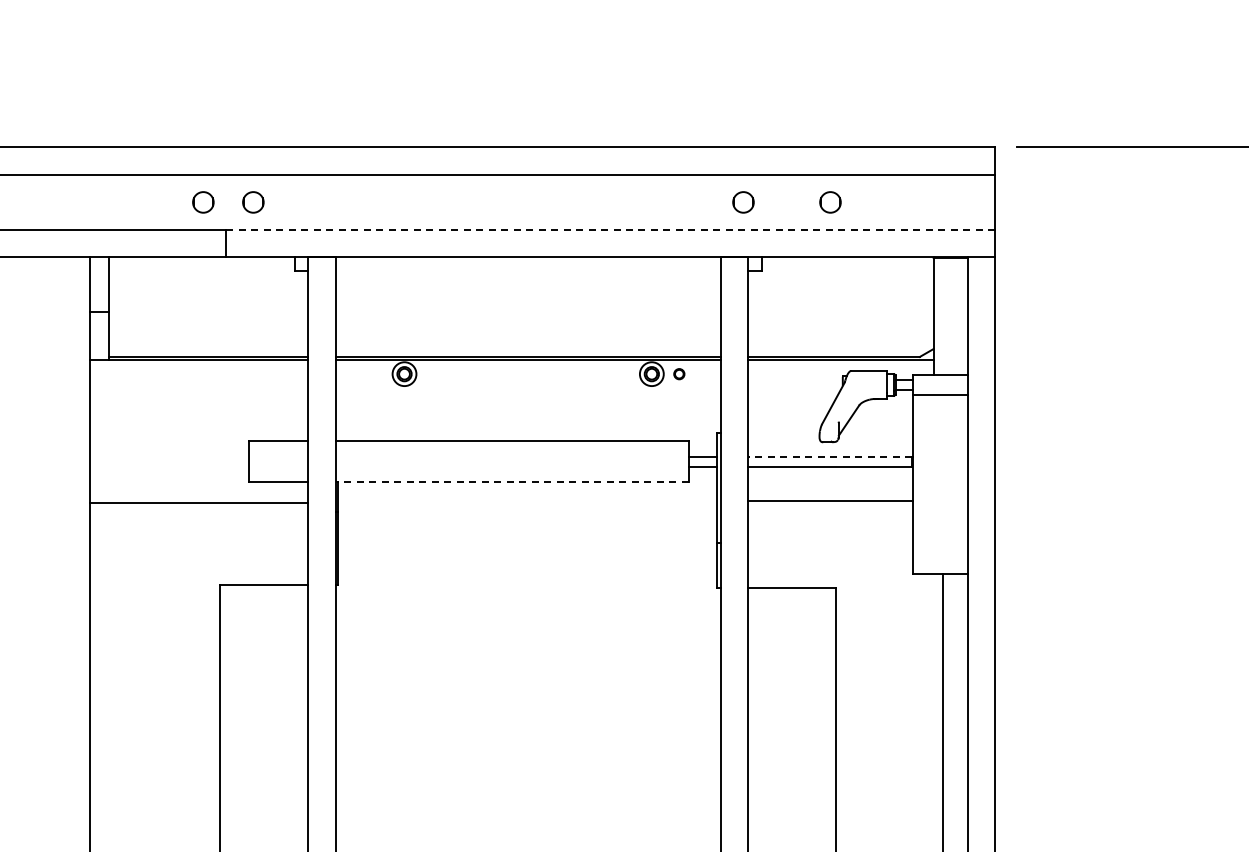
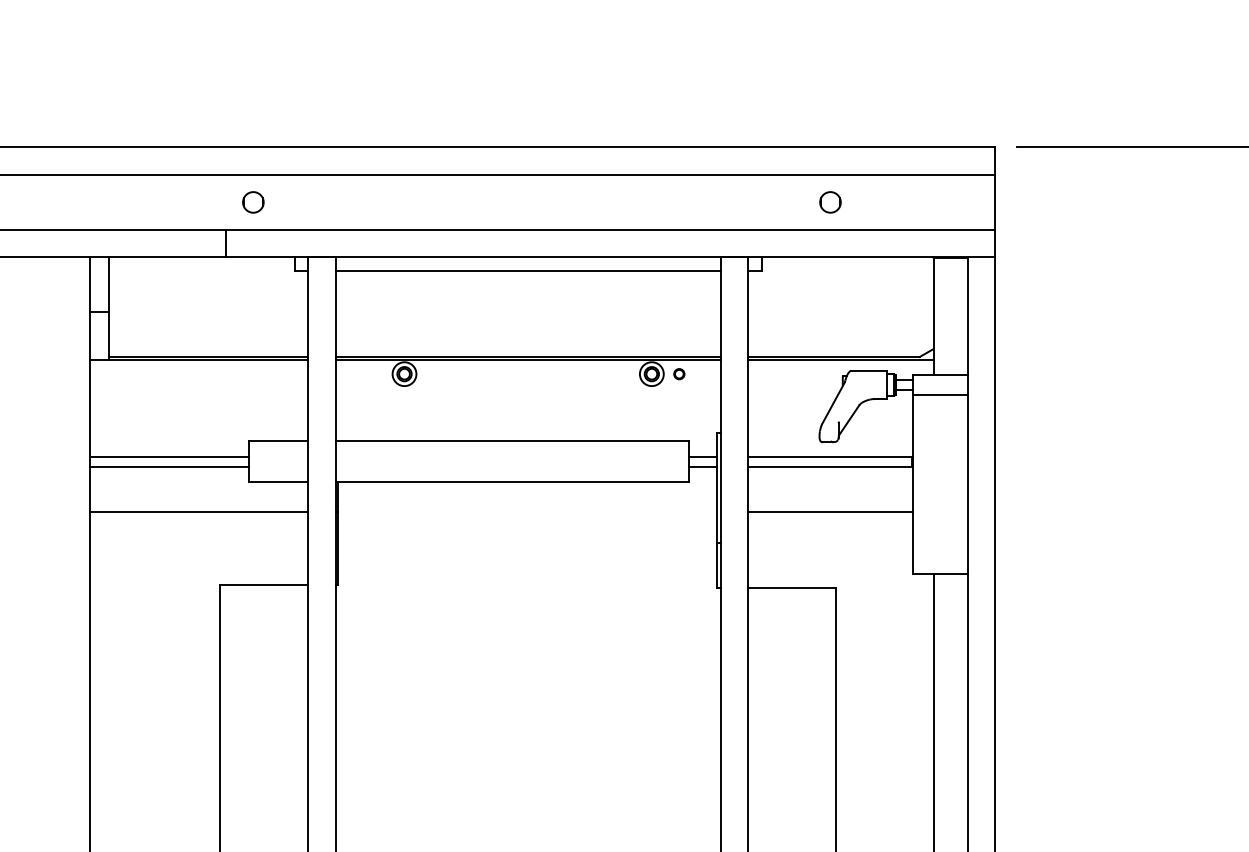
circle at (203, 202): present -> none
circle at (743, 202): present -> none
line at (610, 229): dashed -> solid
line at (527, 271): none -> present
line at (169, 457): none -> present
line at (829, 457): dashed -> solid
line at (169, 467): none -> present
line at (511, 482): dashed -> solid
line at (830, 501) position: (830, 501) -> (830, 512)
line at (199, 503) position: (199, 503) -> (199, 512)
line at (942, 710) position: (942, 710) -> (933, 710)
